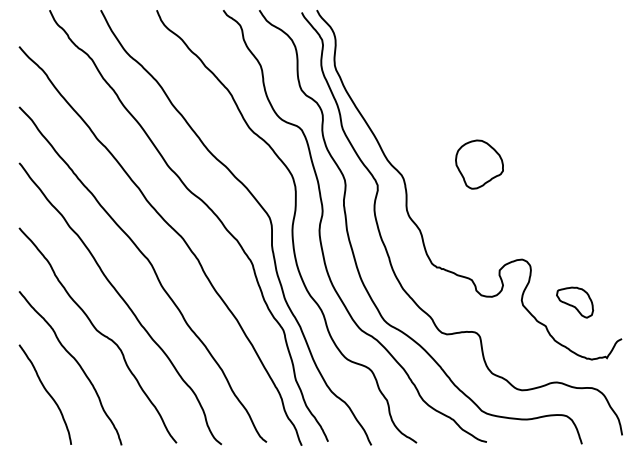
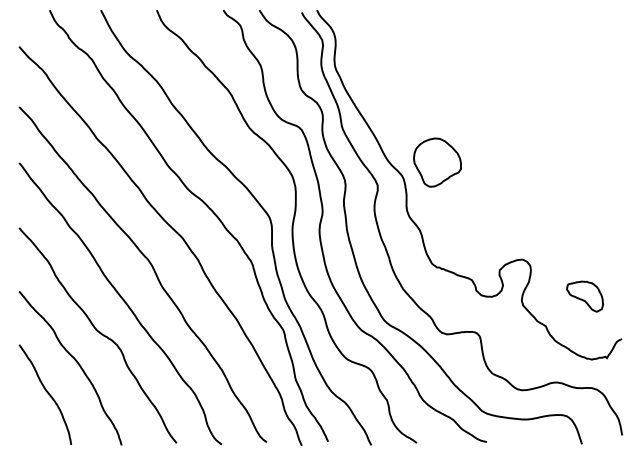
part at (479, 164) position: (479, 164) -> (437, 162)
part at (575, 302) position: (575, 302) -> (585, 296)
